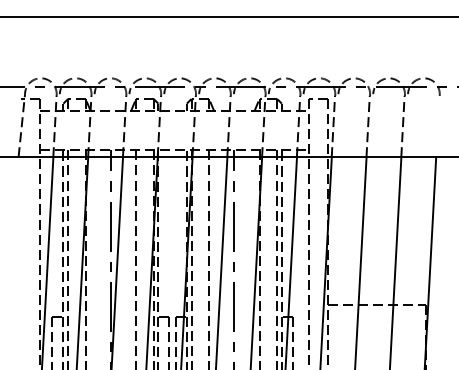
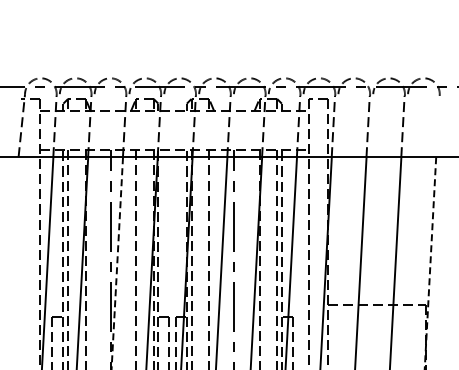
line at (228, 16): present -> none
line at (117, 263): solid -> dashed
line at (430, 263): solid -> dashed
